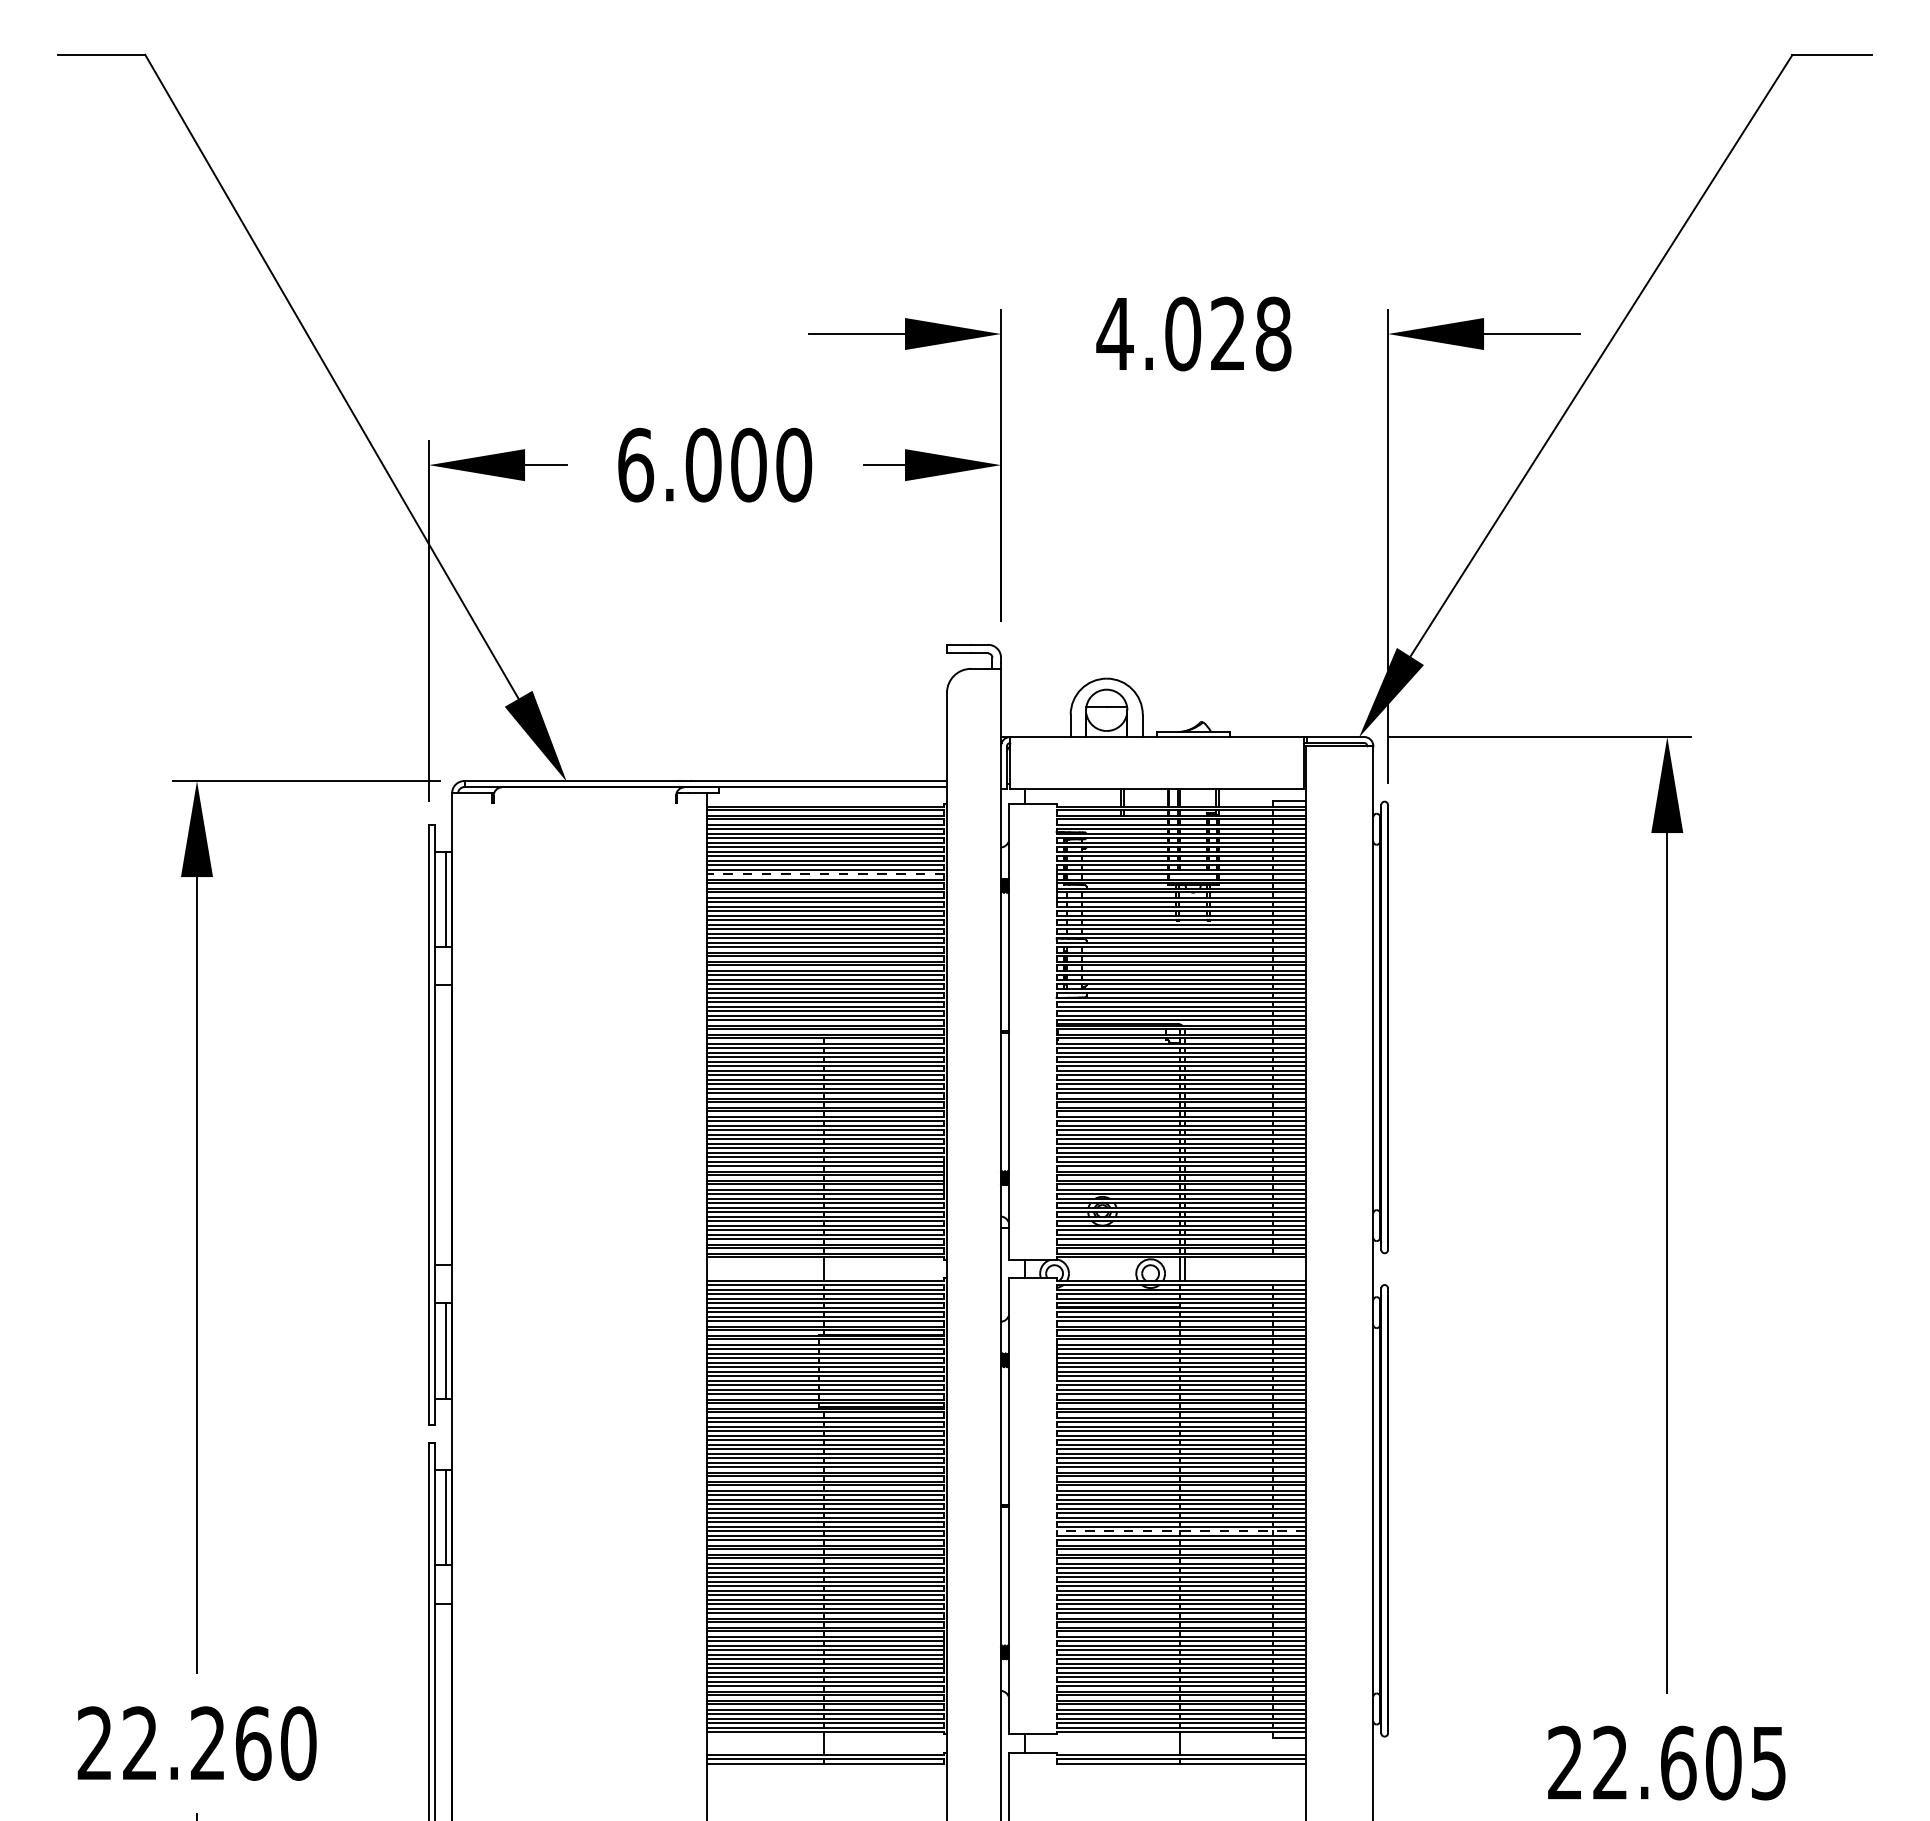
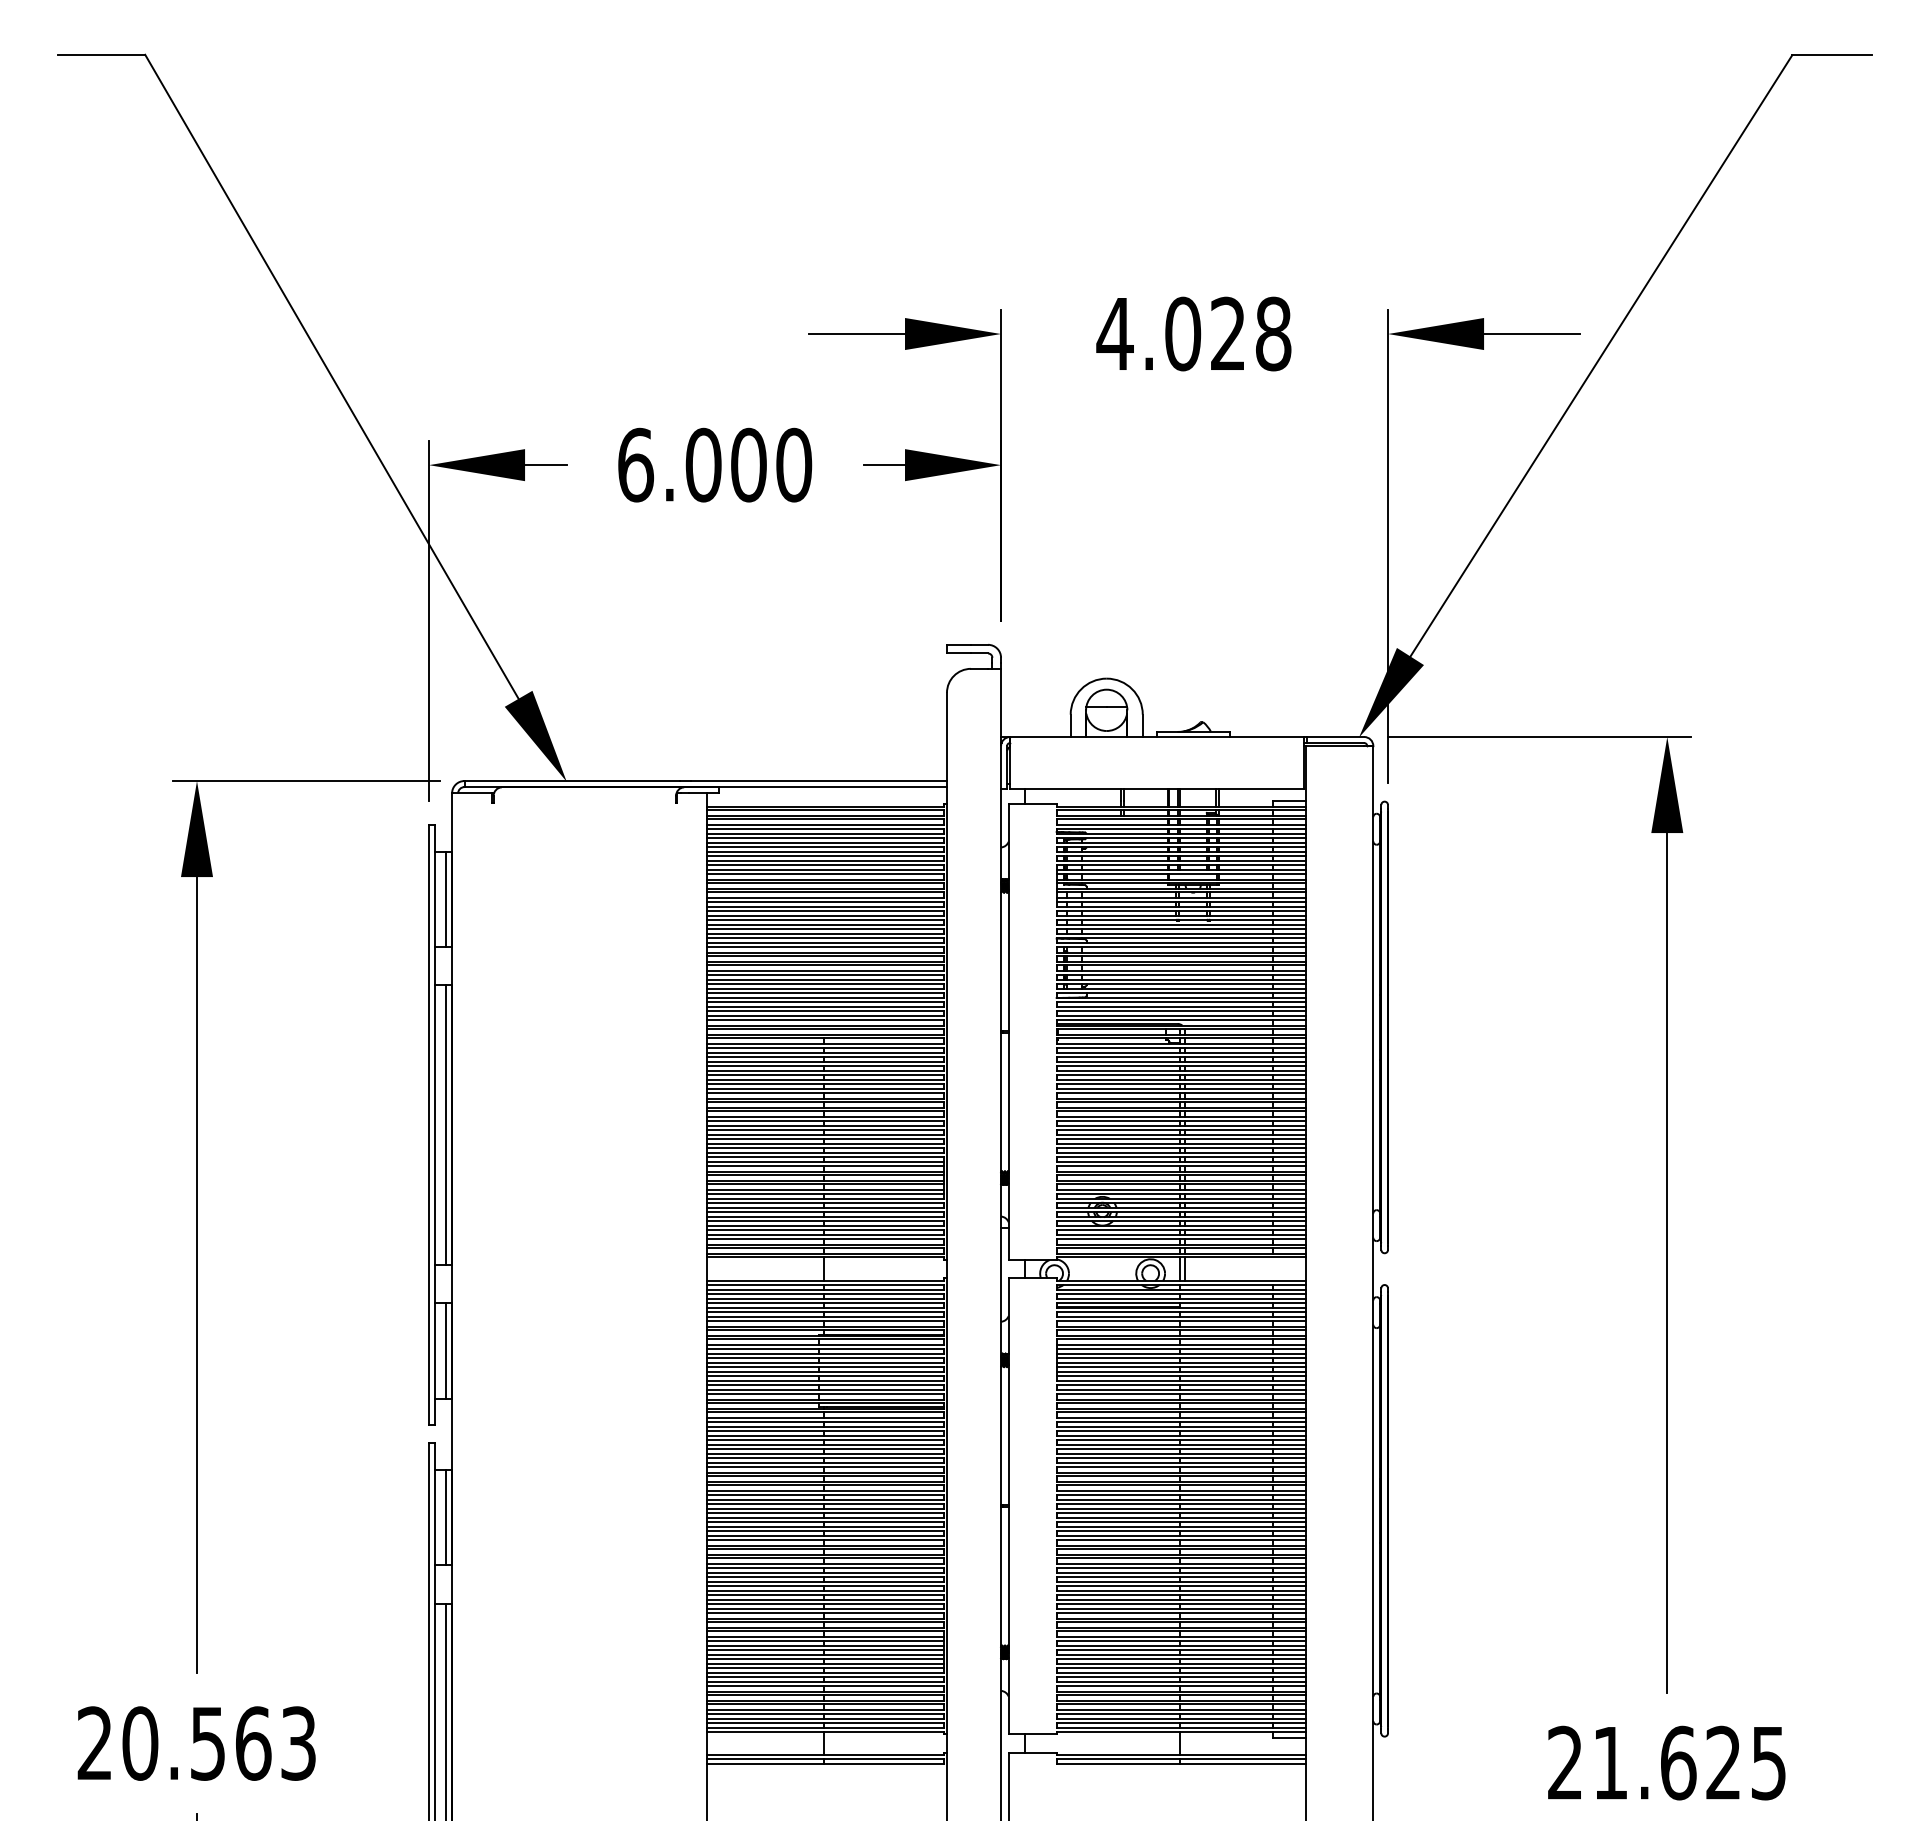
line at (825, 874): dashed -> solid
line at (446, 1125): none -> present
line at (1181, 1531): dashed -> solid
line at (446, 1710): none -> present
text at (219, 1743): 22.260 -> 20.563
text at (1667, 1762): 22.605 -> 21.625
